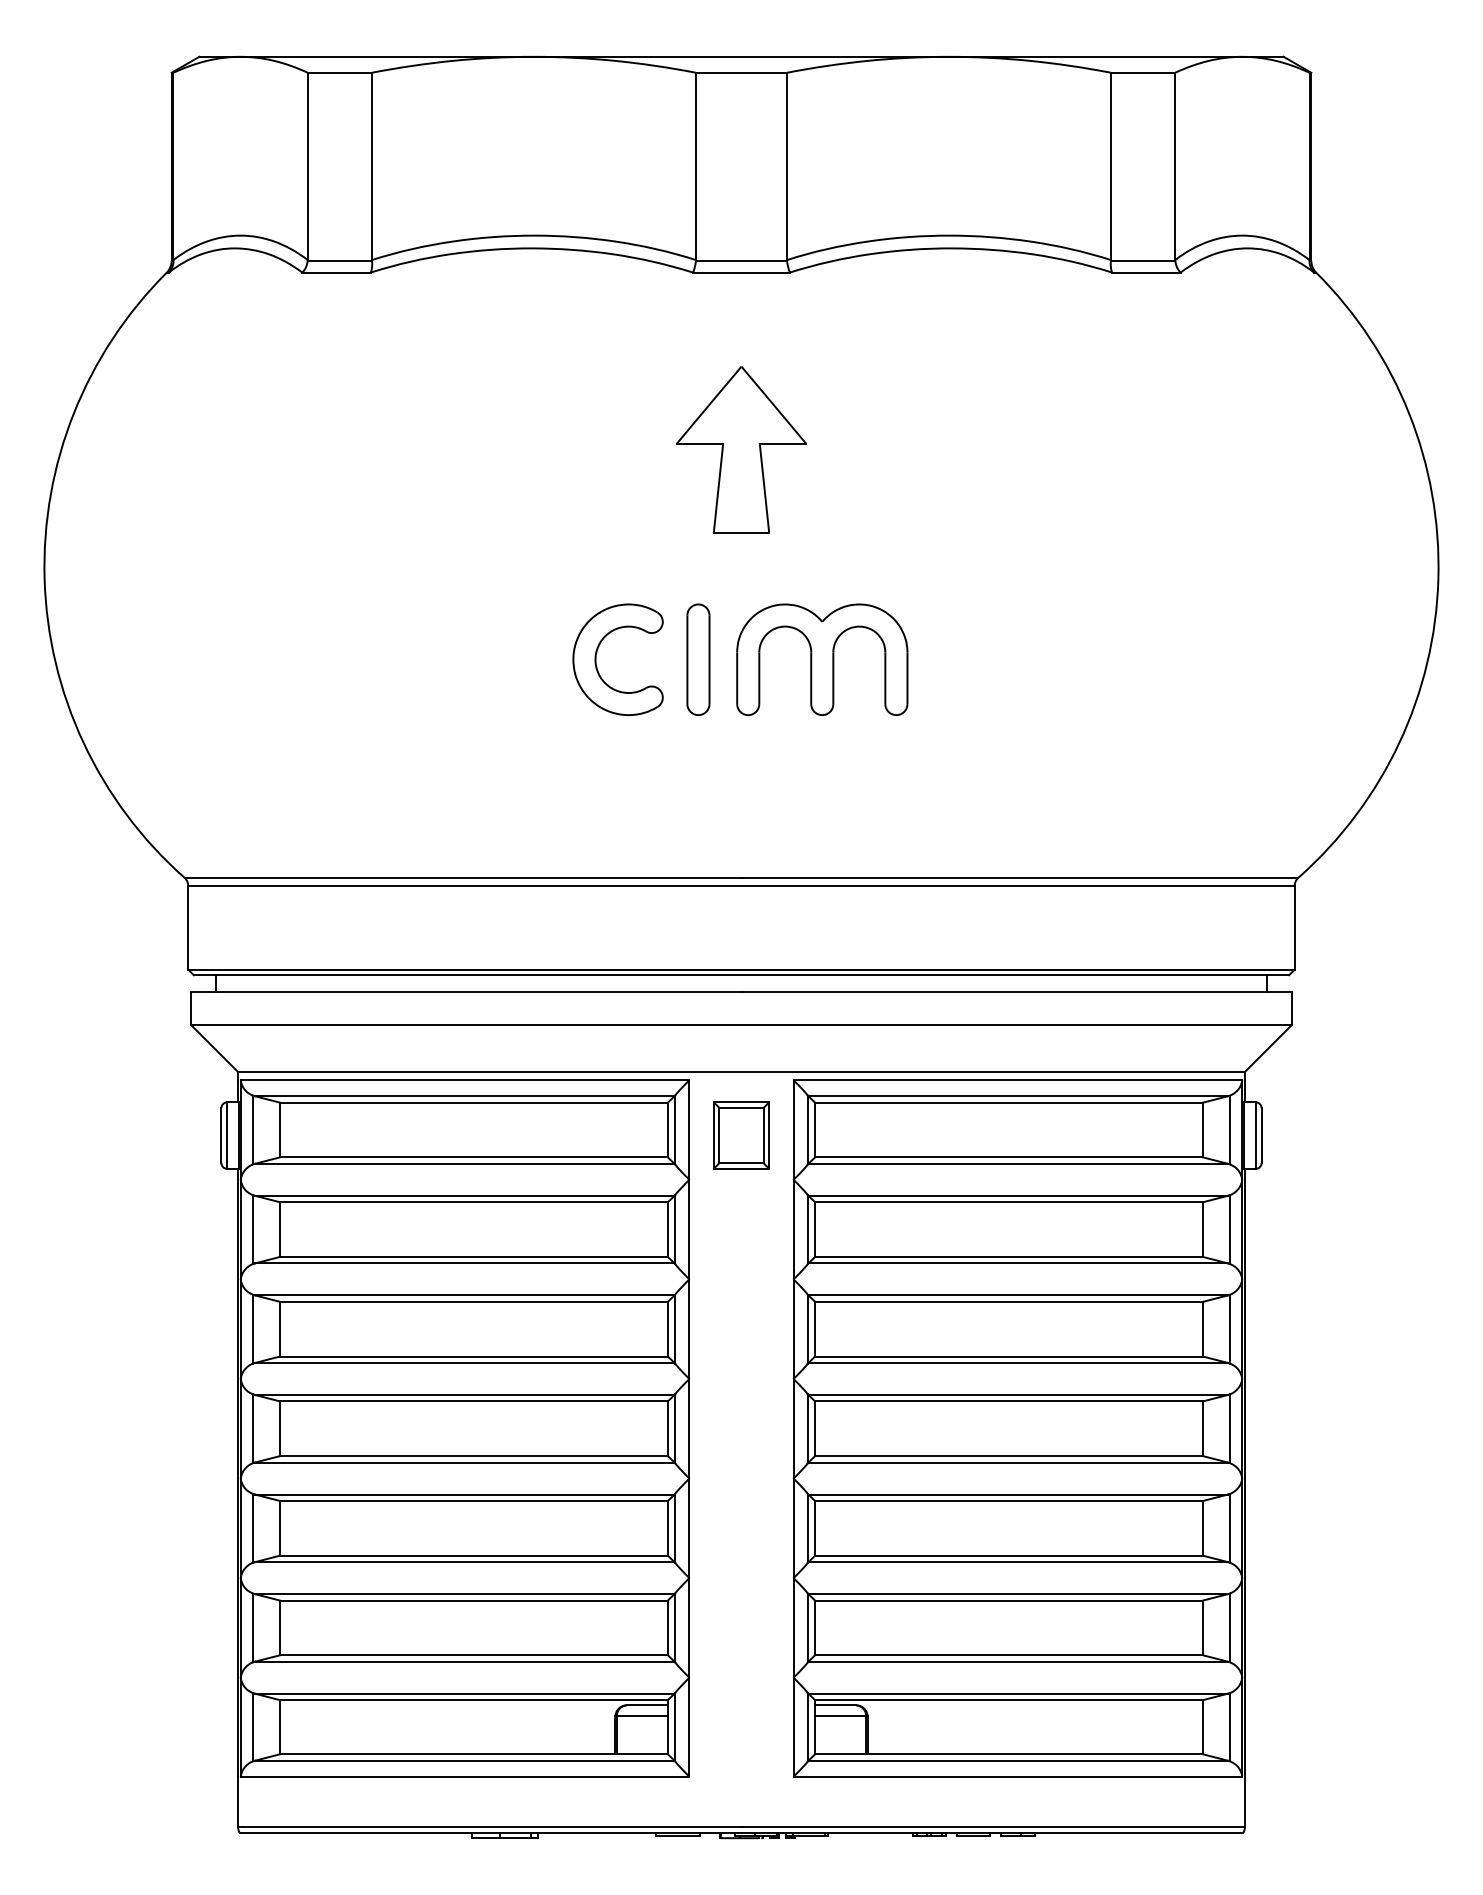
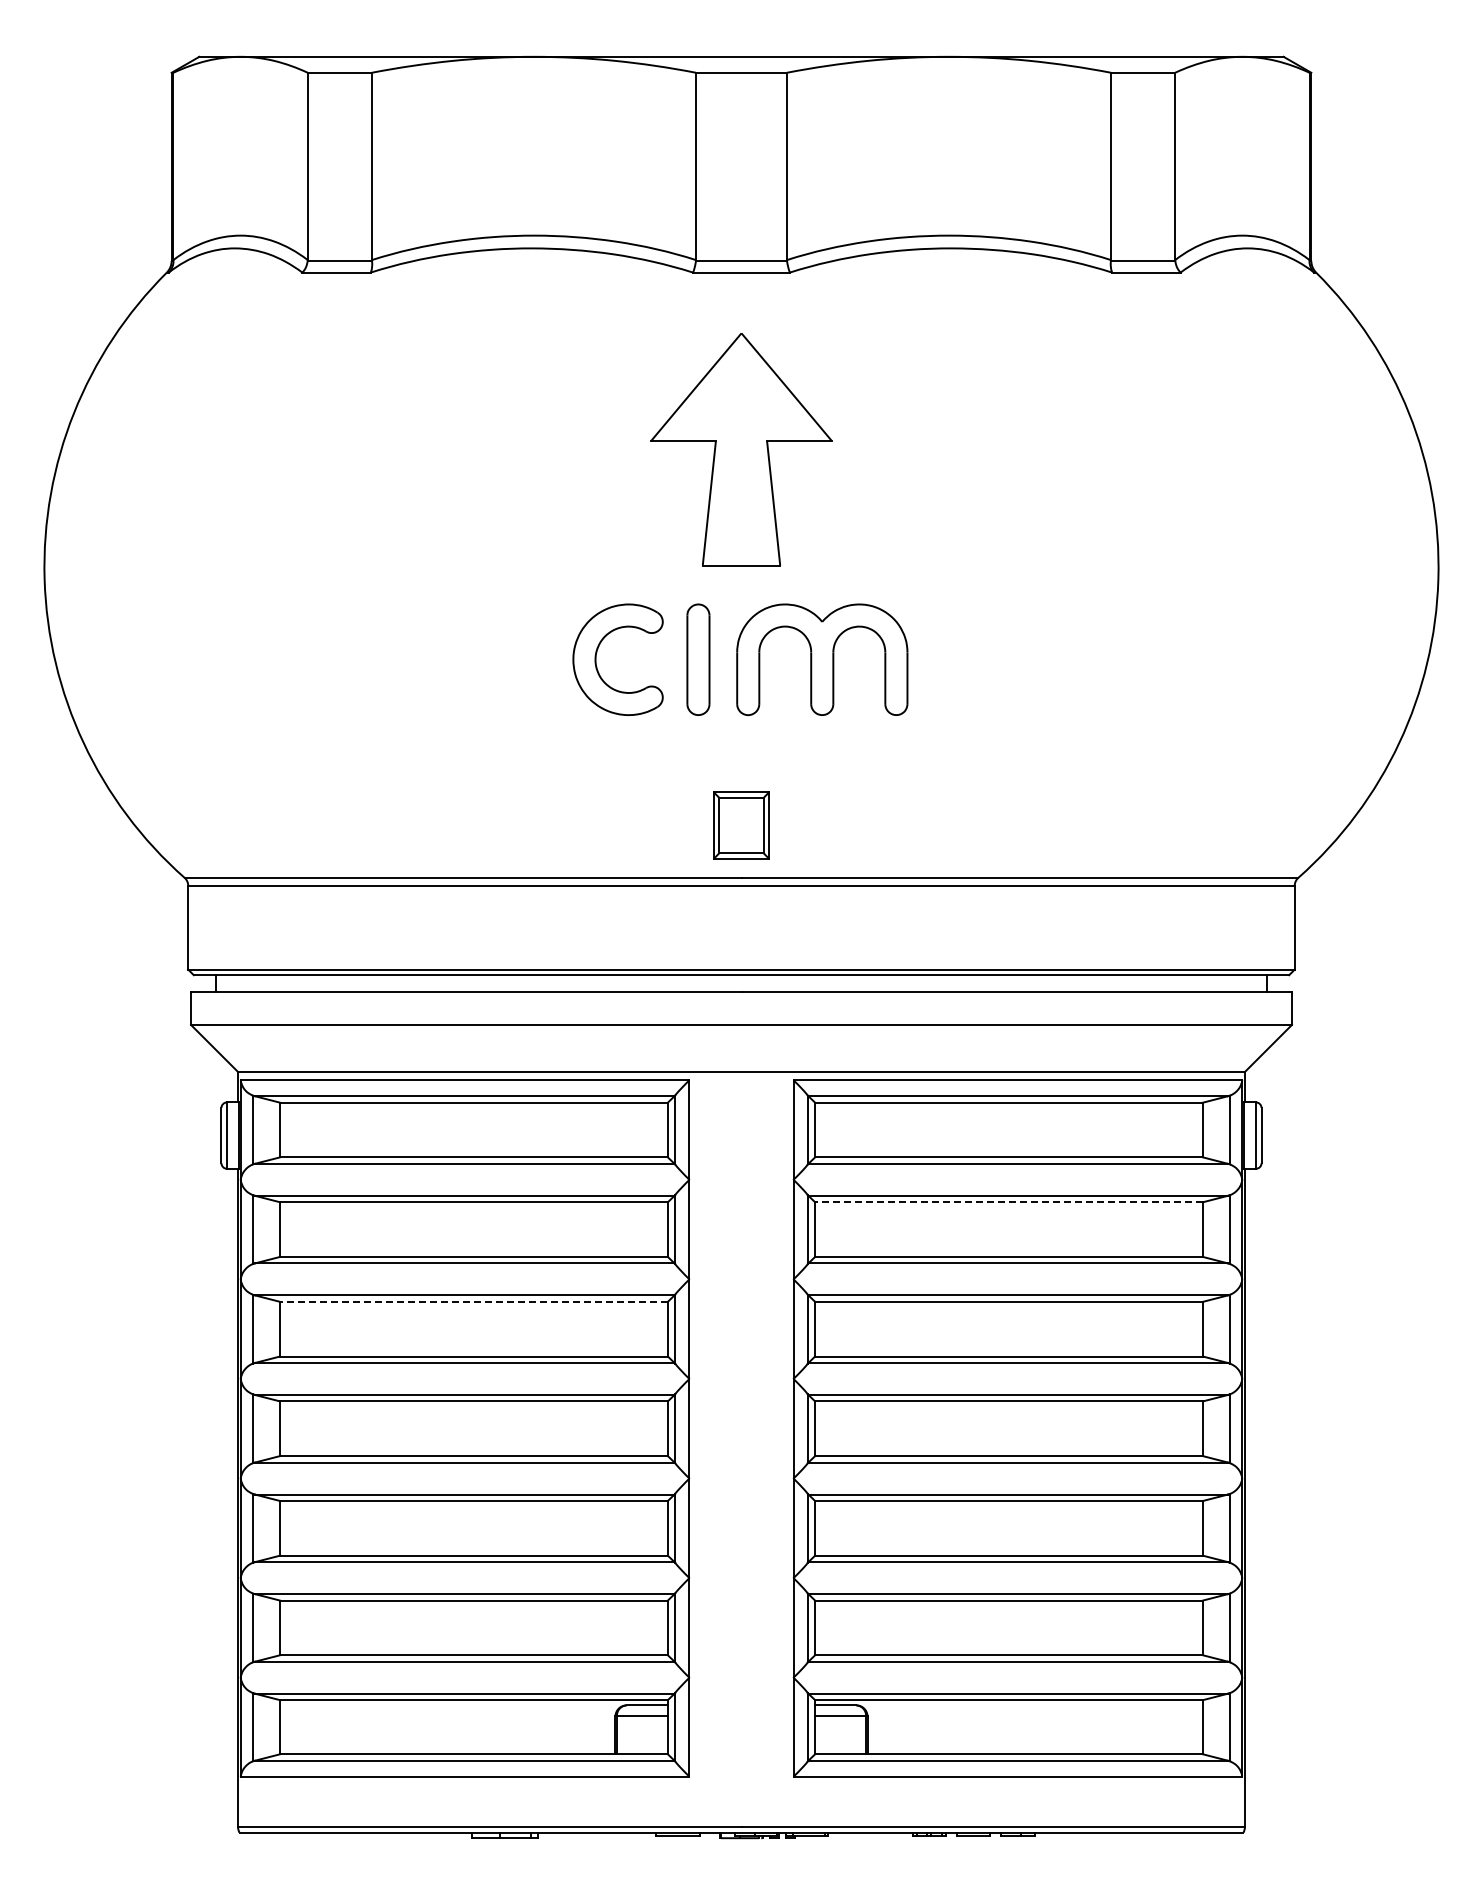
part at (741, 449) size: 131x168 px -> 183x234 px
part at (741, 1135) position: (741, 1135) -> (741, 825)
line at (1008, 1202): solid -> dashed
line at (473, 1301): solid -> dashed
